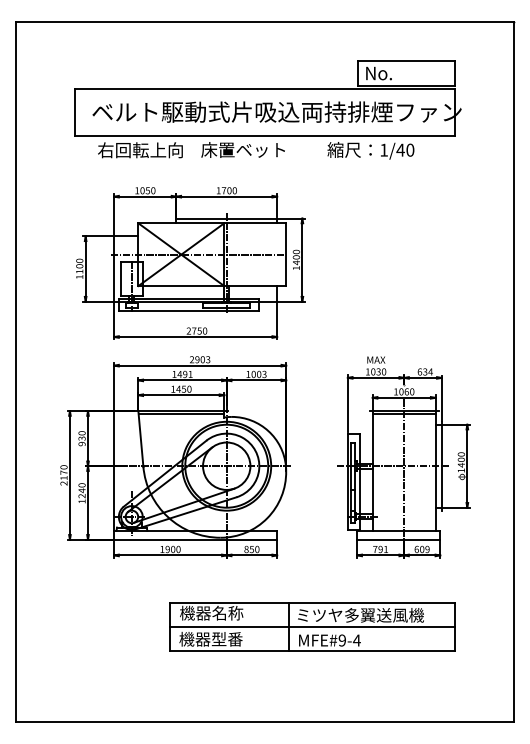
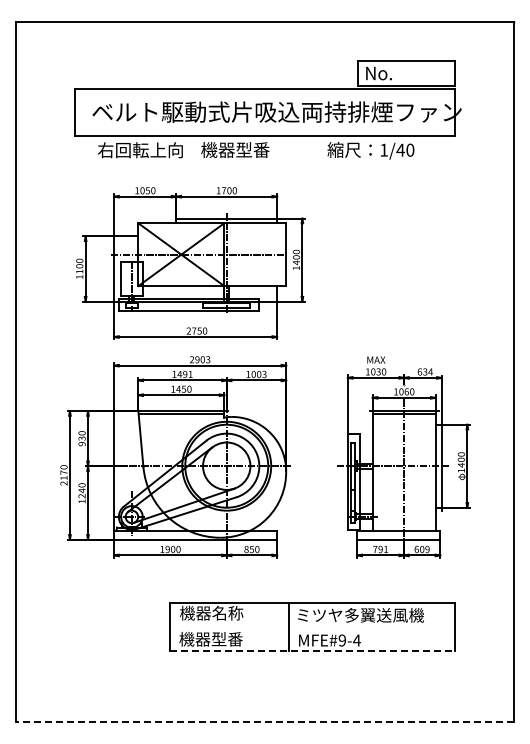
text at (242, 149): 床置ベット -> 機器型番
line at (312, 626): present -> none
line at (312, 650): solid -> dashed
line at (265, 721): solid -> dashed
